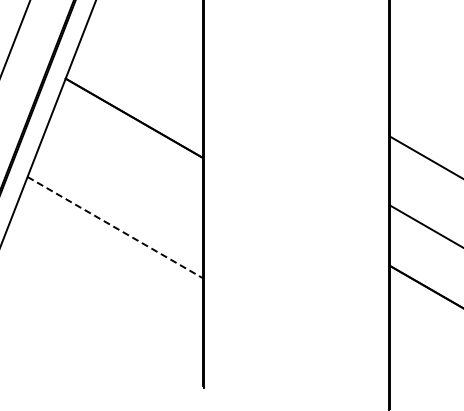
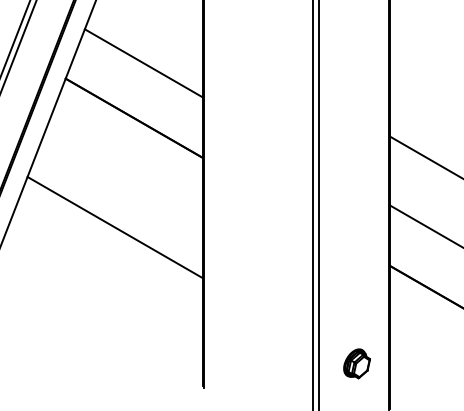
line at (18, 45): none -> present
line at (143, 63): none -> present
line at (312, 204): none -> present
line at (318, 204): none -> present
line at (115, 227): dashed -> solid
part at (356, 363): none -> present
